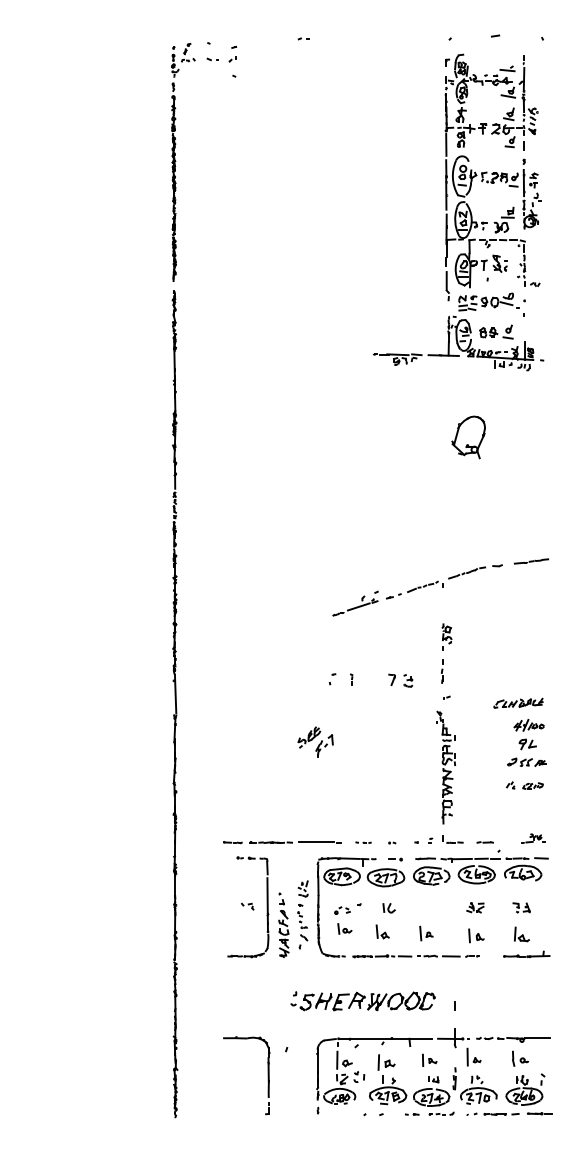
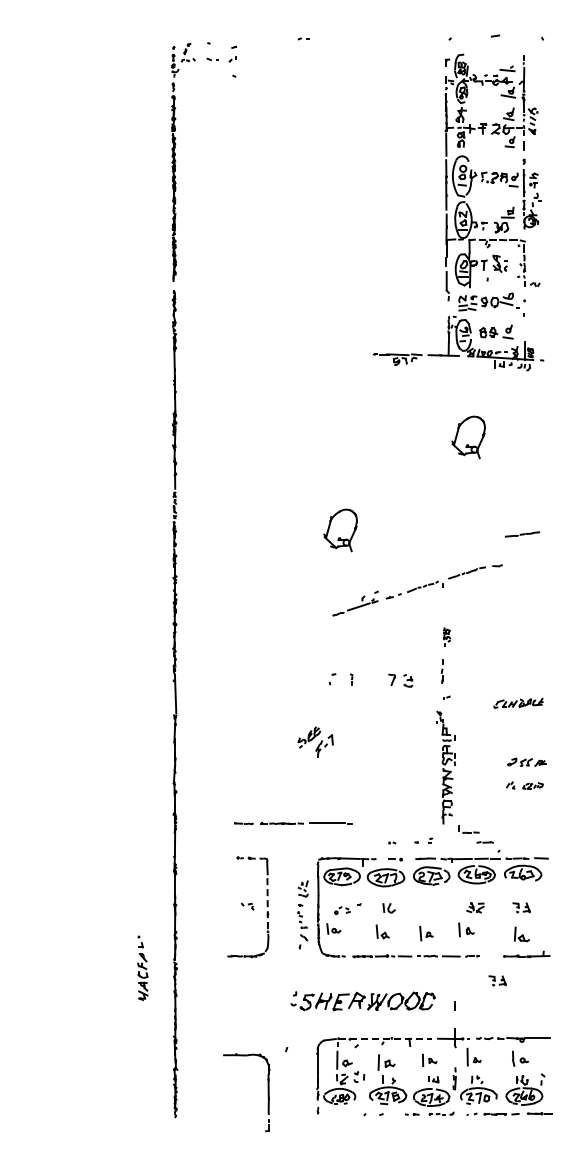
part at (340, 530): none -> present
line at (531, 561) position: (531, 561) -> (522, 534)
part at (446, 636) size: 12x28 px -> 9x20 px
part at (528, 734): present -> none
part at (533, 838): present -> none
part at (452, 839) position: (452, 839) -> (468, 829)
part at (282, 842) position: (282, 842) -> (293, 823)
line at (363, 842): present -> none
line at (267, 904): solid -> dashed
part at (283, 925) position: (283, 925) -> (142, 968)
part at (344, 928) position: (344, 928) -> (333, 928)
part at (476, 935) position: (476, 935) -> (466, 929)
part at (497, 980): none -> present
line at (385, 1038): solid -> dashed
part at (267, 1075) position: (267, 1075) -> (267, 1092)
